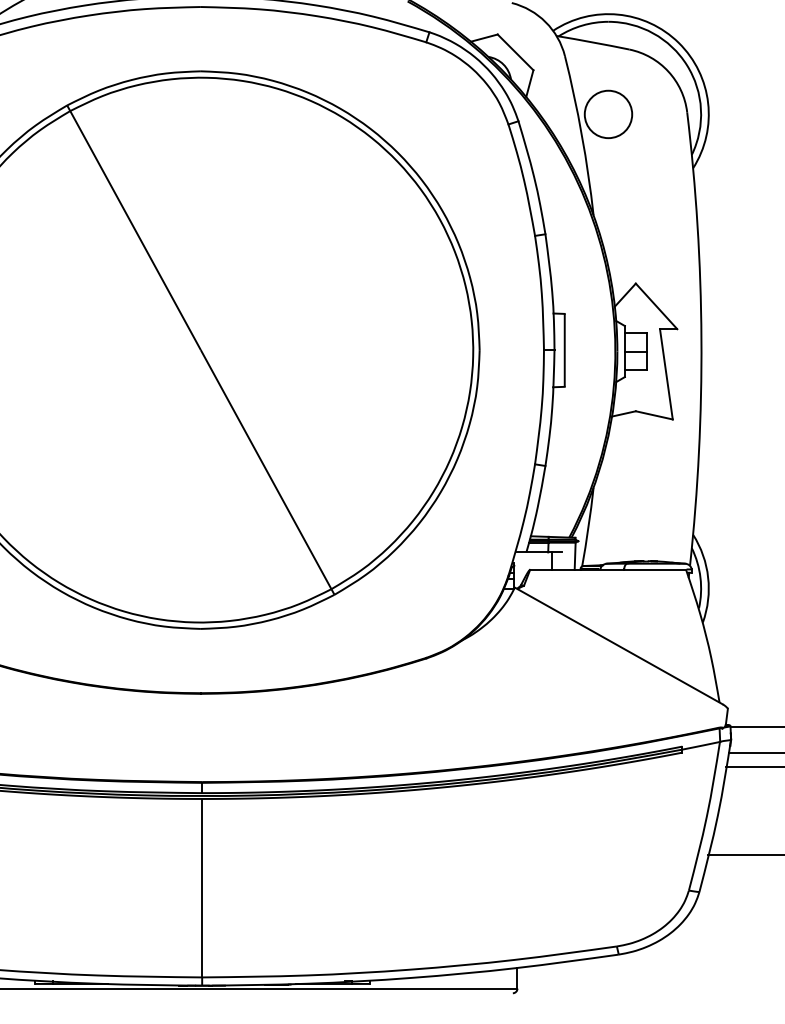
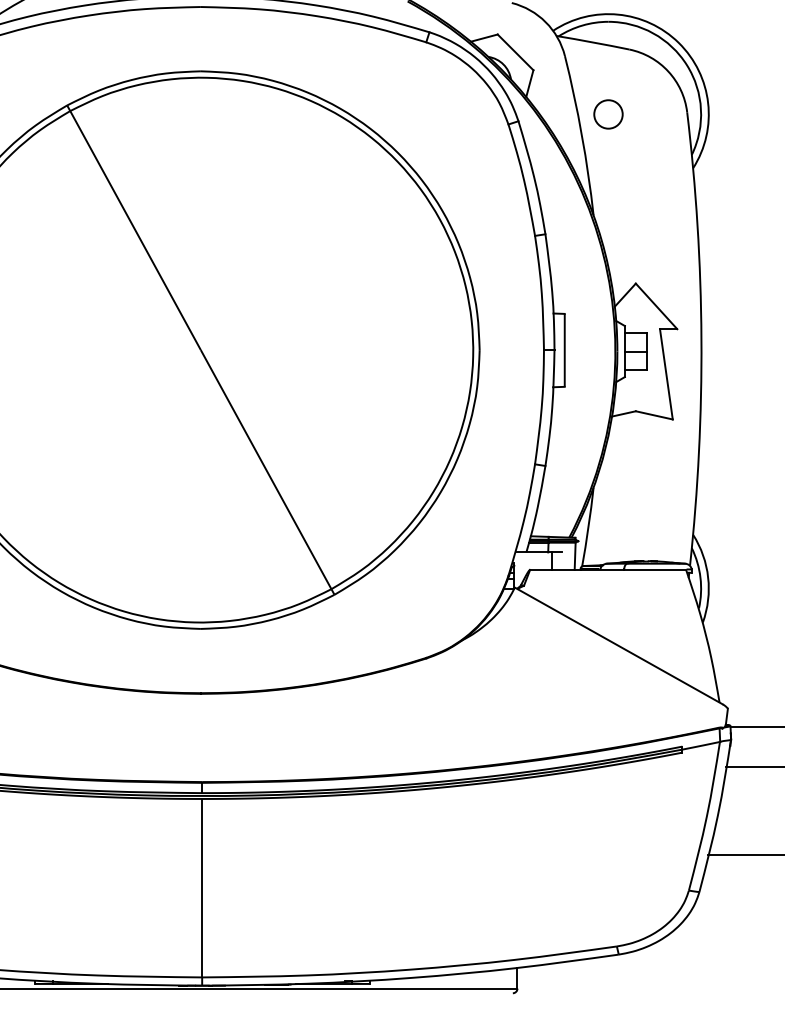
circle at (608, 114) diameter: 47 px -> 28 px
line at (754, 752): present -> none
